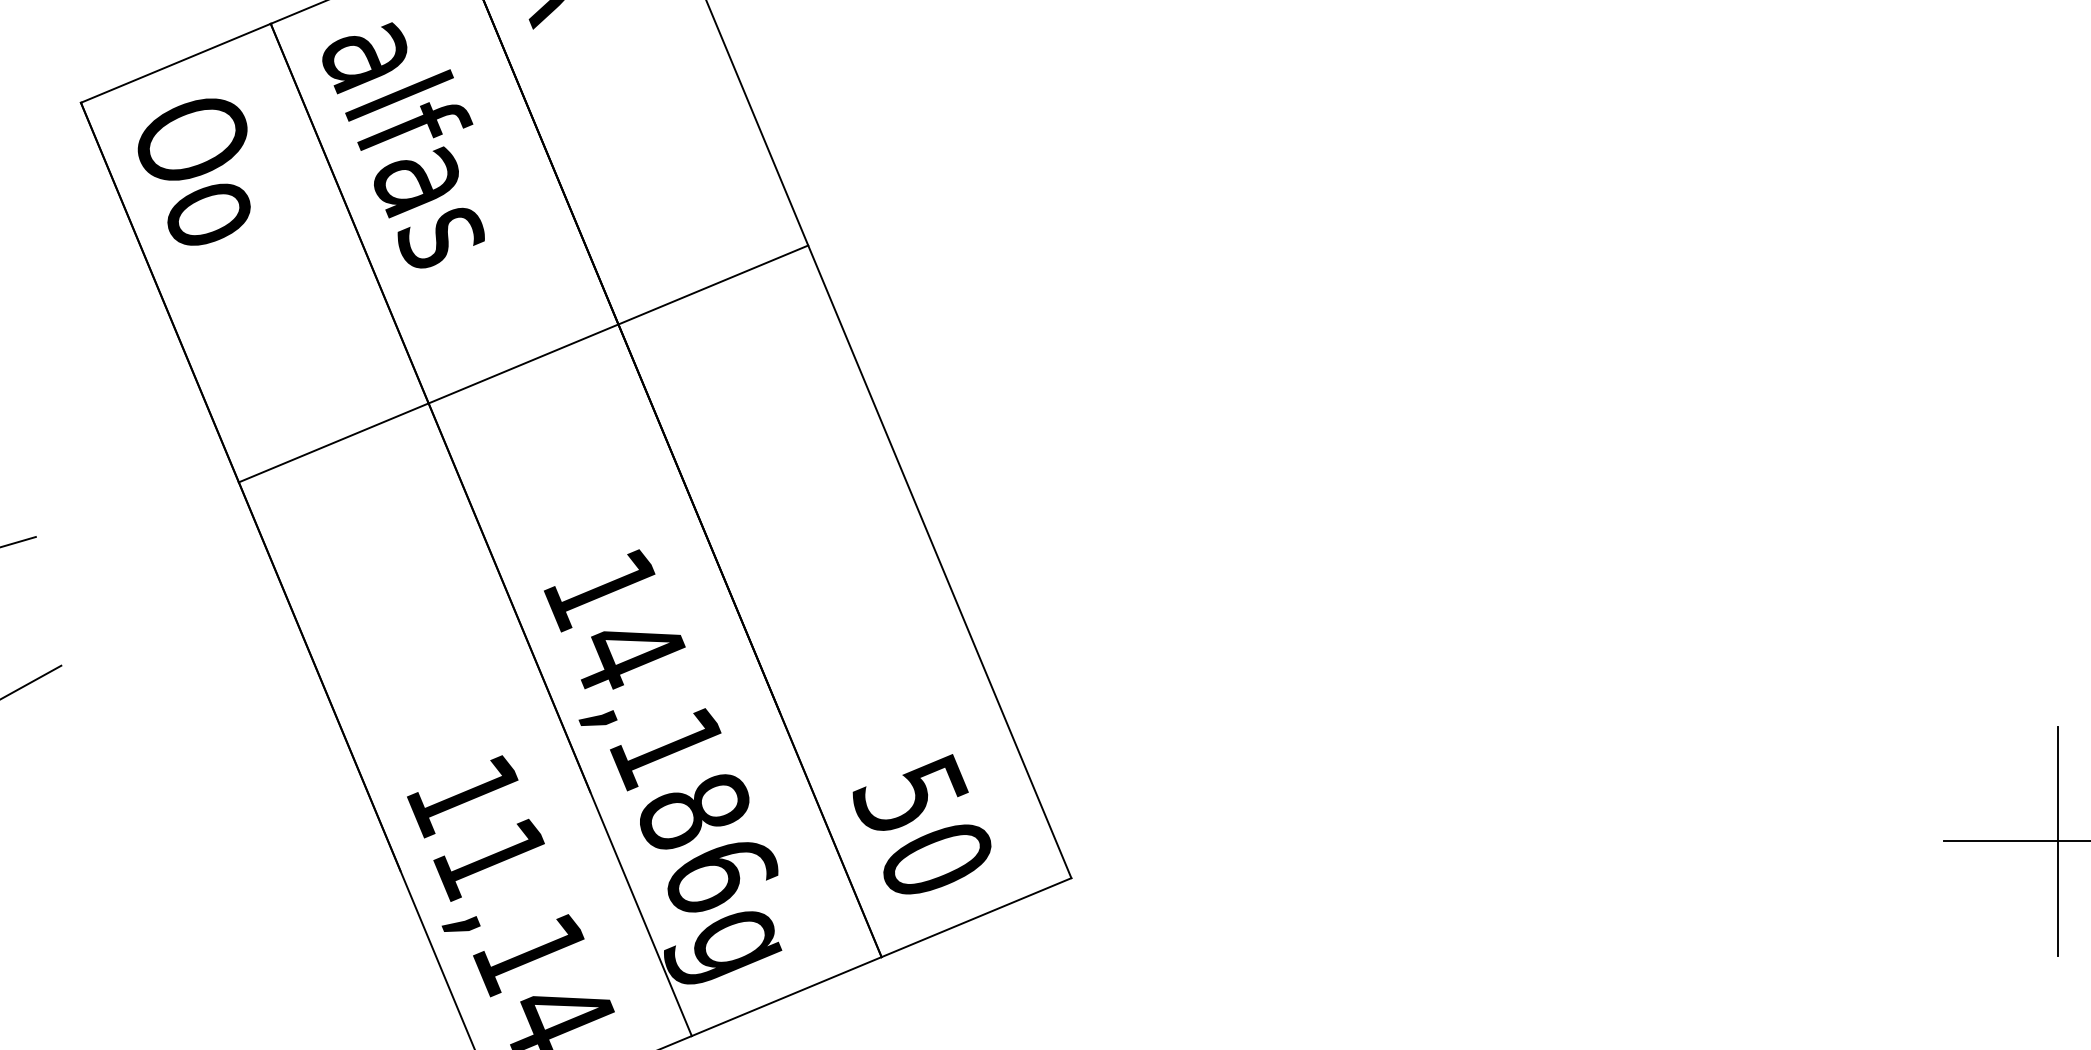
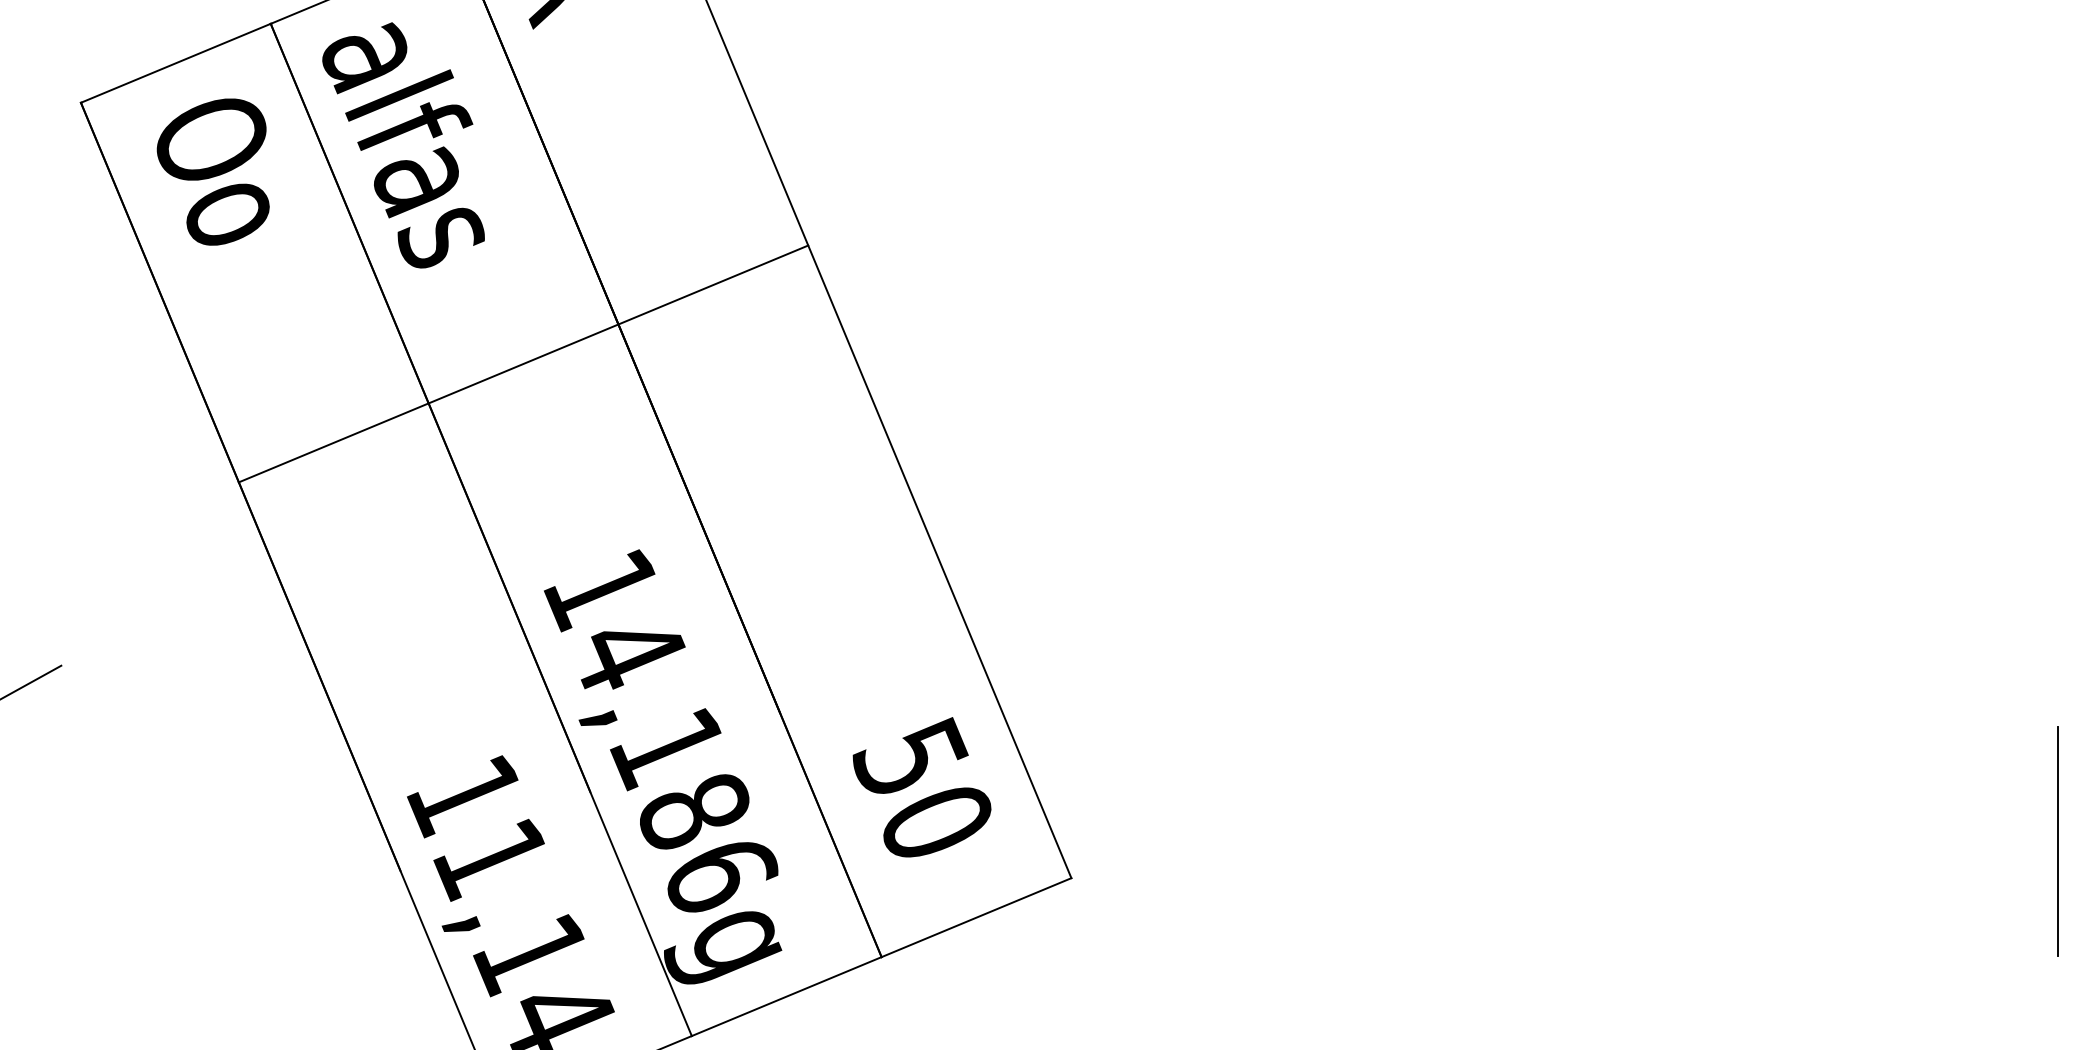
text at (193, 171) position: (193, 171) -> (212, 171)
line at (18, 541): present -> none
text at (921, 824) position: (921, 824) -> (921, 787)
line at (2015, 841): present -> none
